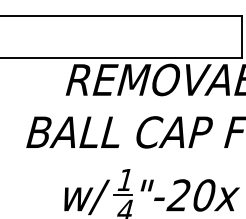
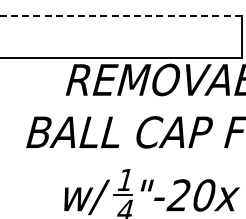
line at (120, 16): solid -> dashed
